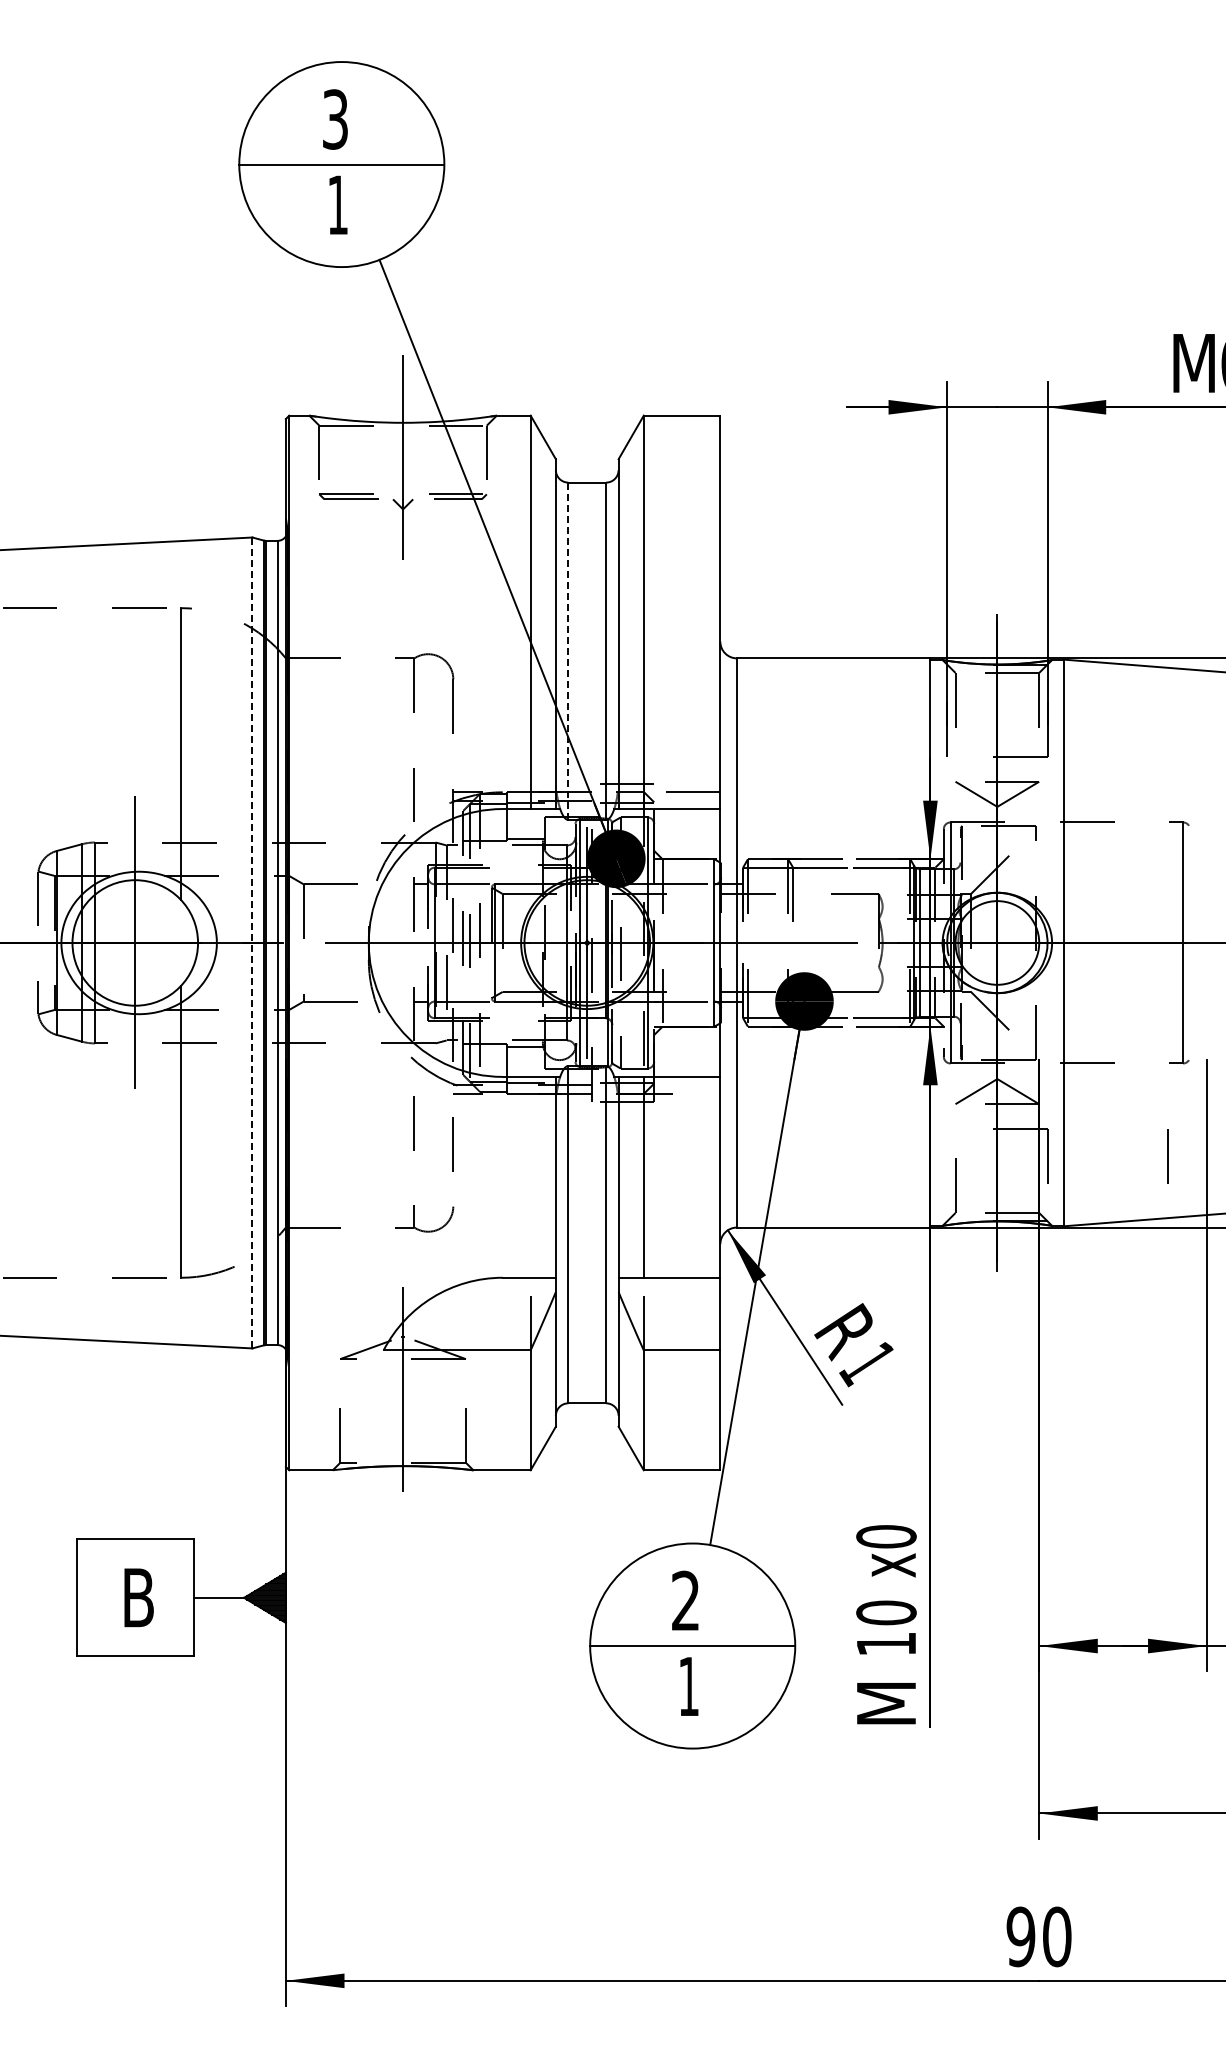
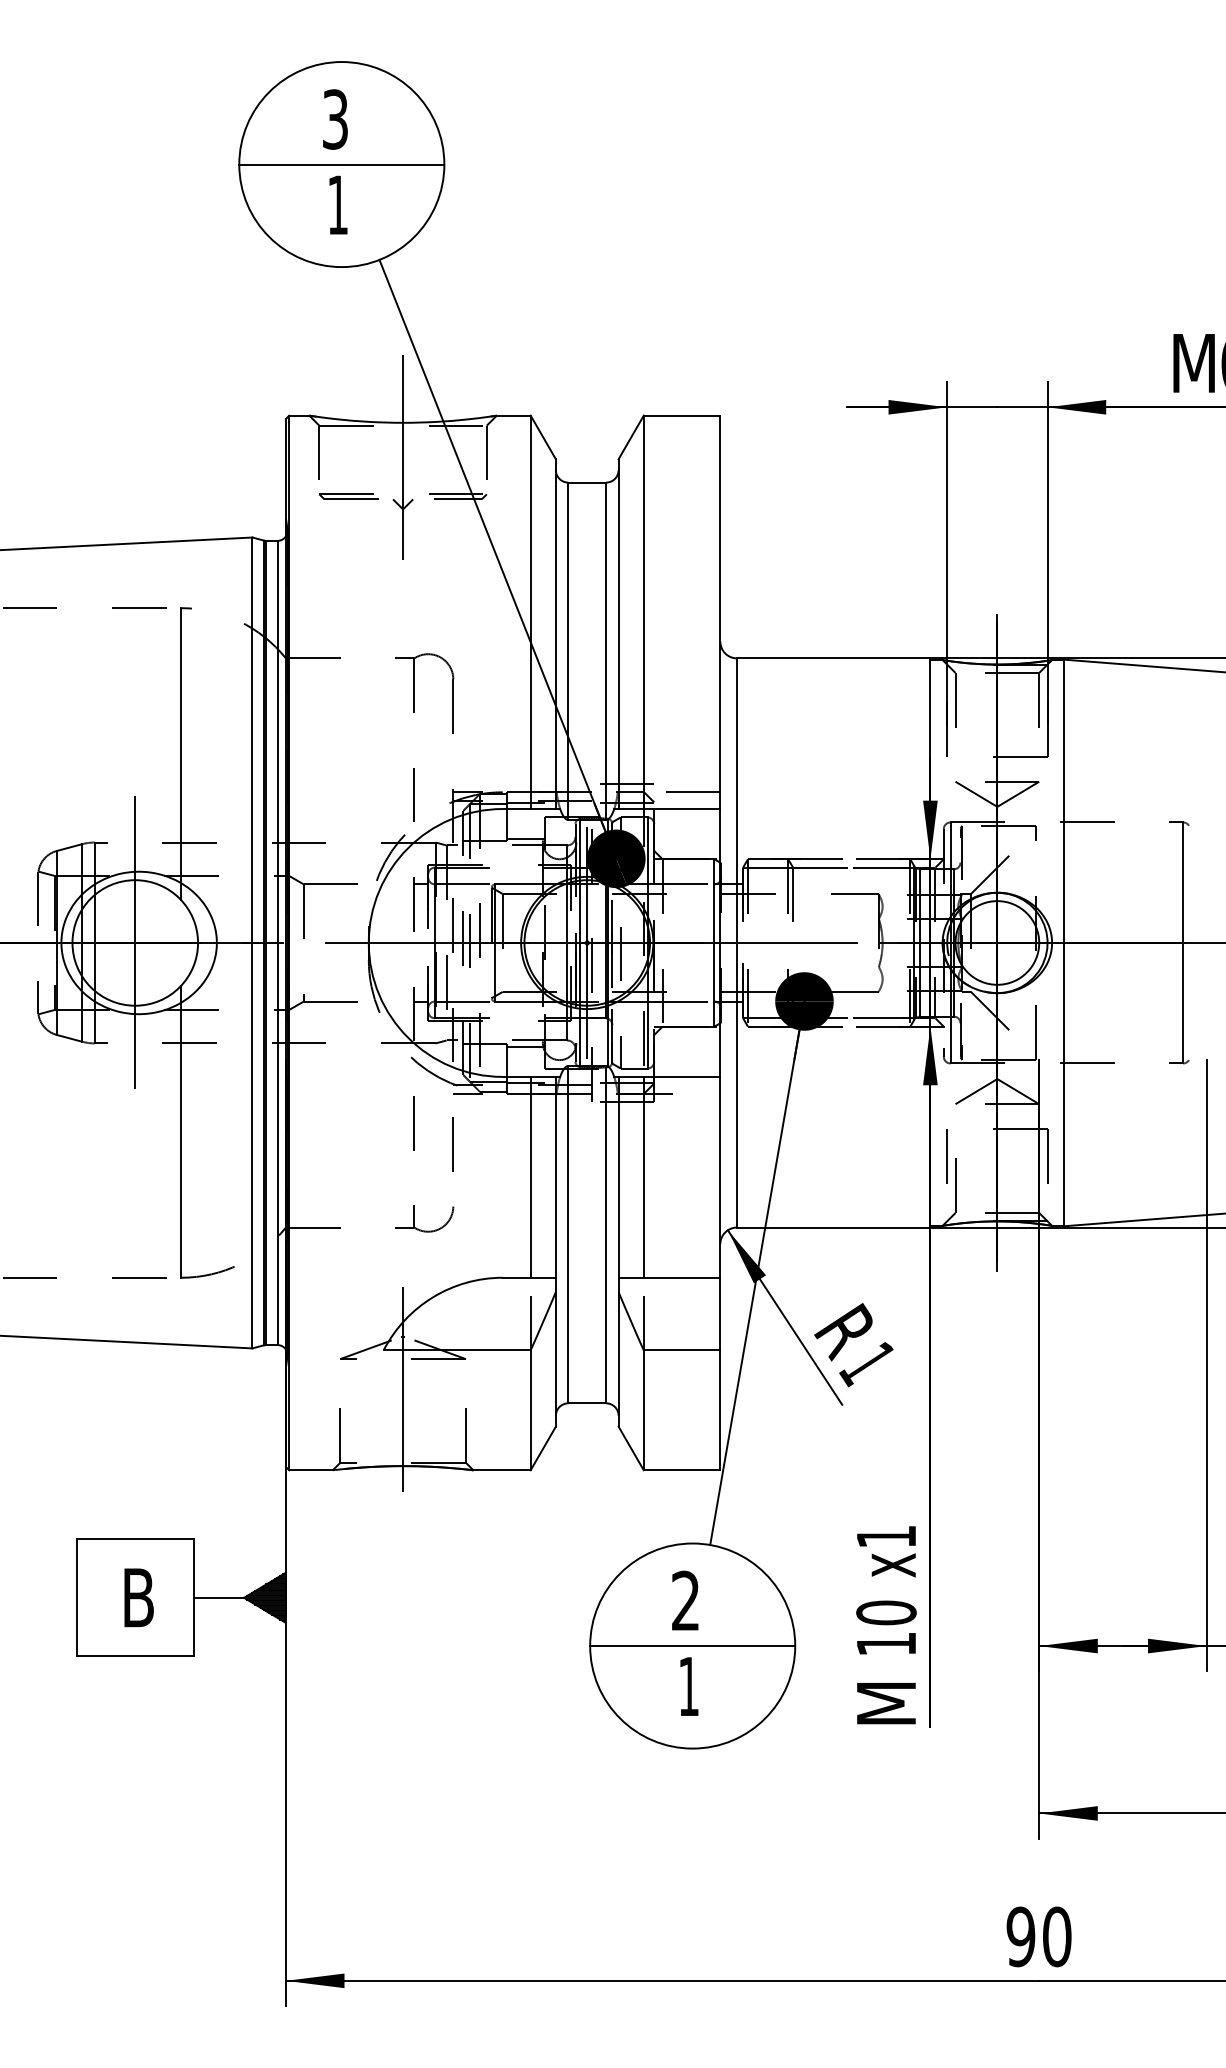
line at (568, 651): dashed -> solid
line at (252, 942): dashed -> solid
line at (1167, 1156) position: (1167, 1156) -> (946, 1156)
line at (530, 1176): none -> present
text at (886, 1536): x0 -> x1
